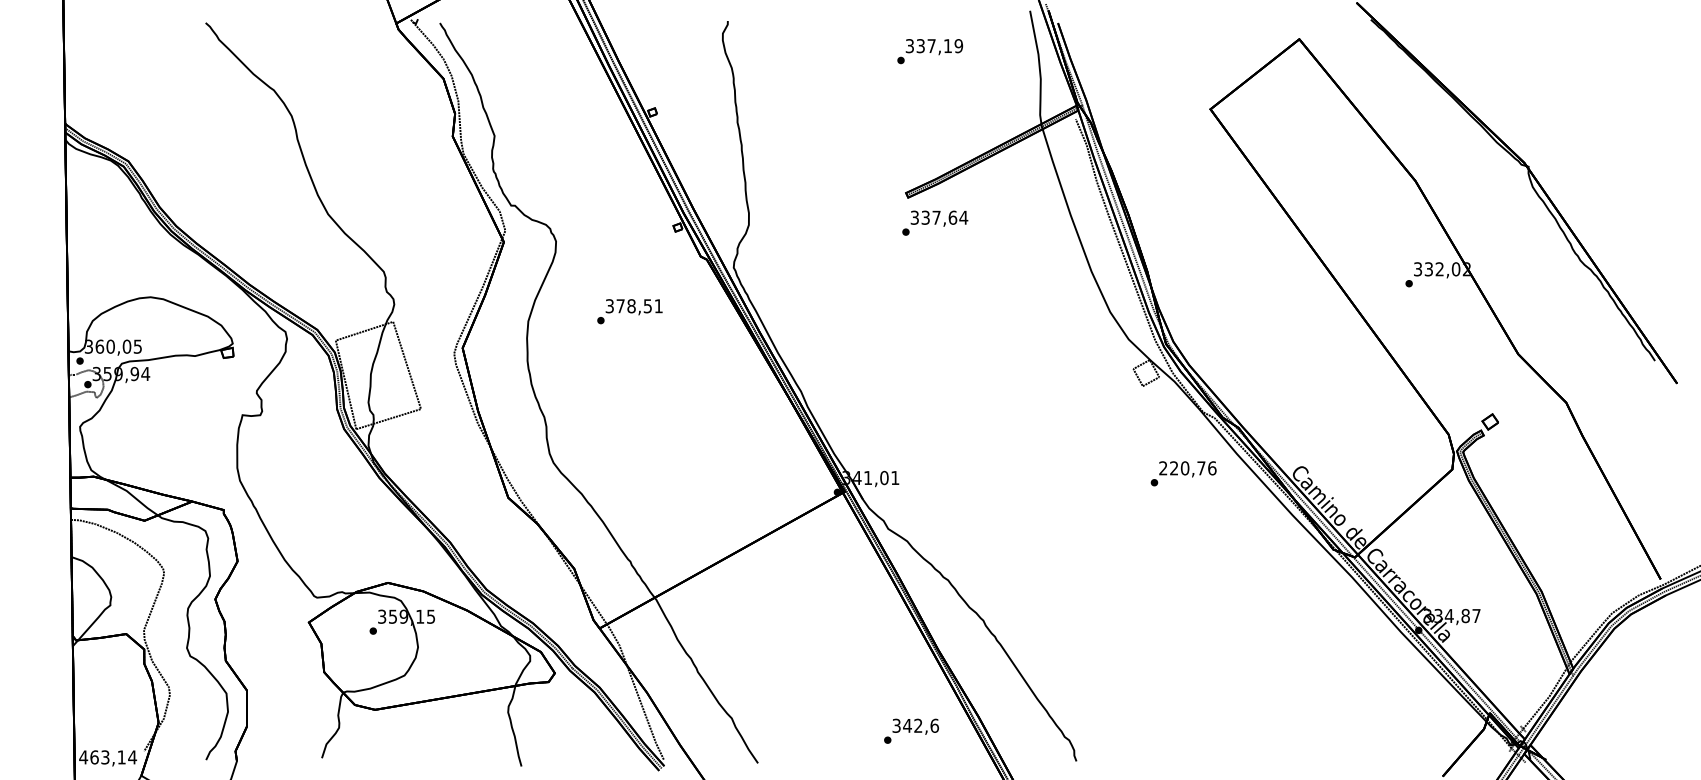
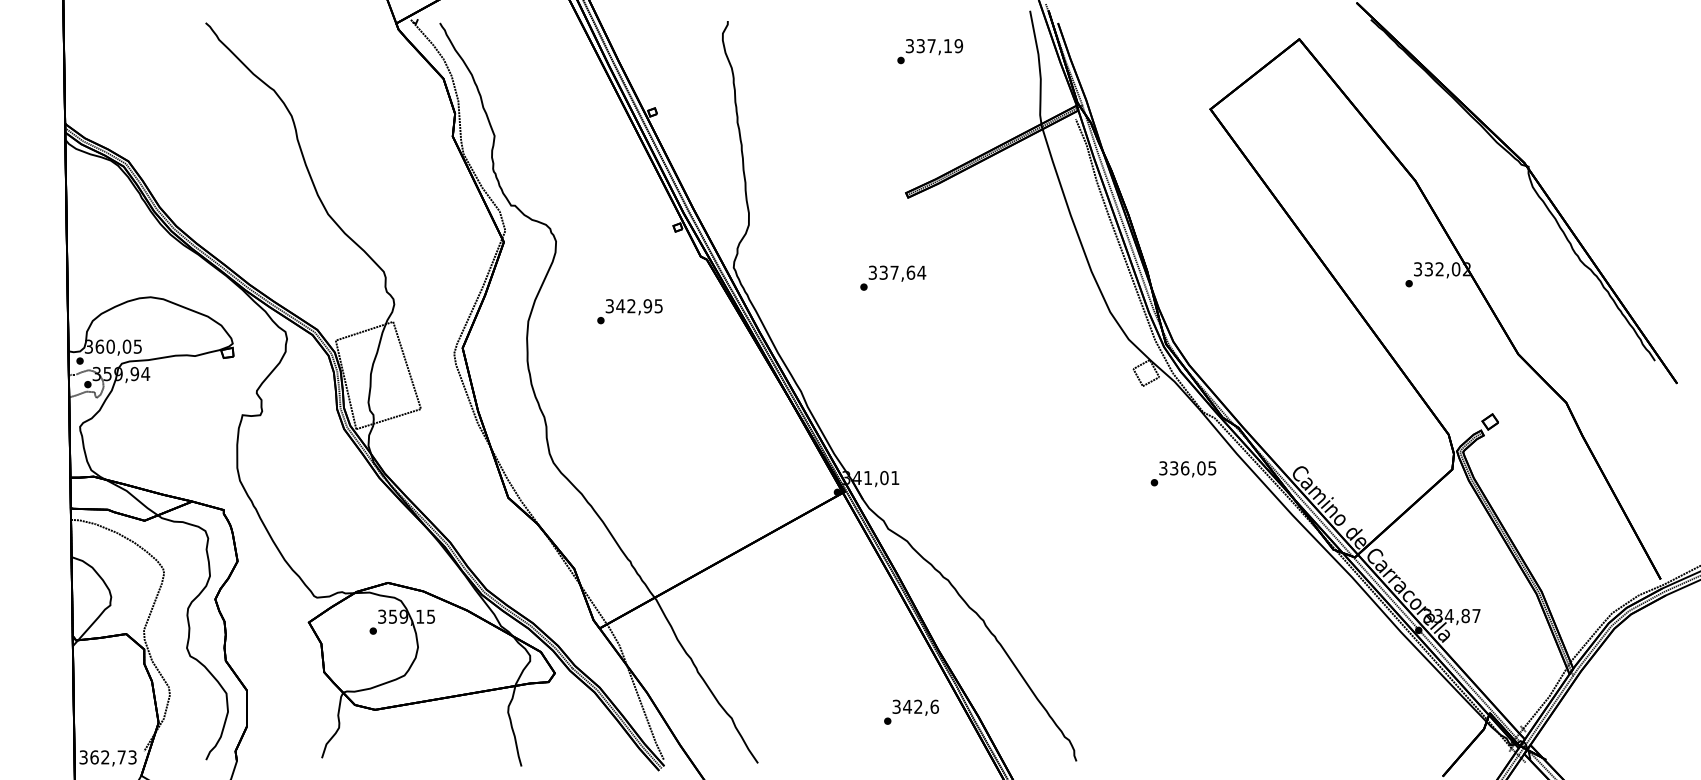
text at (935, 222) position: (935, 222) -> (893, 277)
text at (639, 306): 378,51 -> 342,95
text at (1187, 468): 220,76 -> 336,05
text at (911, 730) position: (911, 730) -> (911, 711)
text at (108, 757): 463,14 -> 362,73
